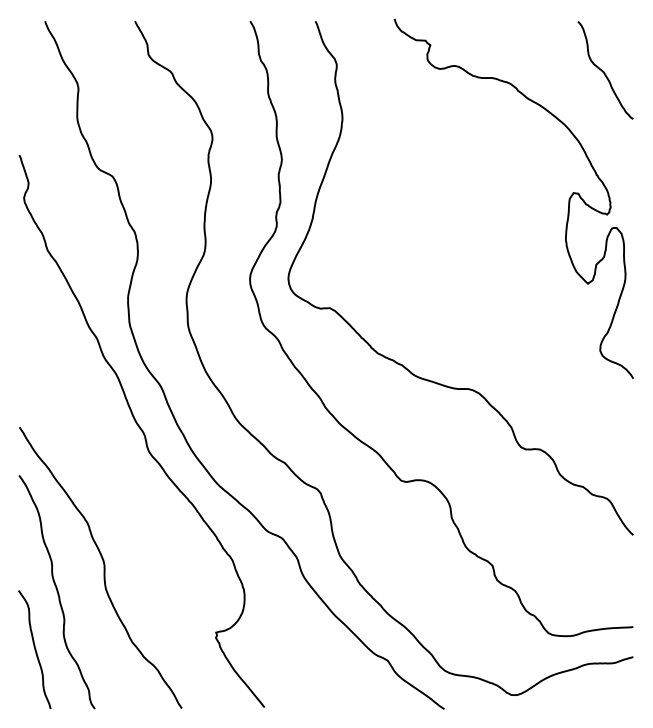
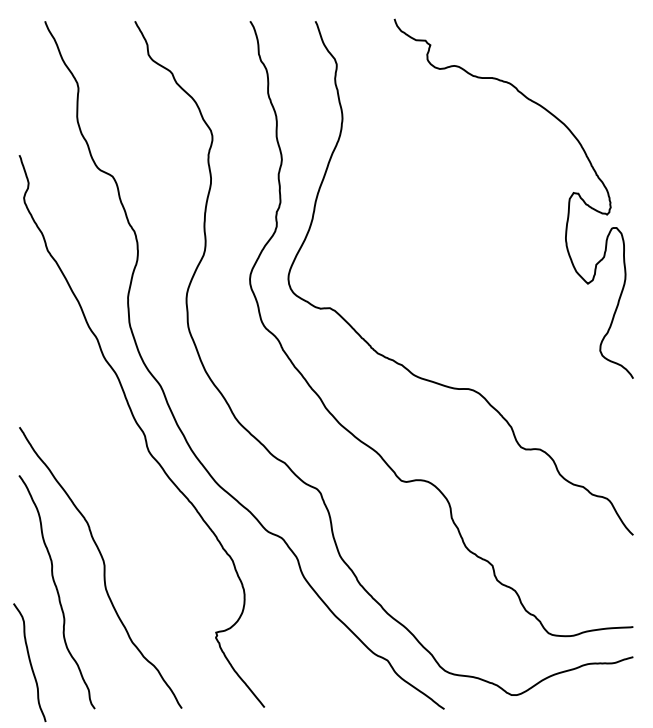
curve at (604, 71): present -> none
curve at (34, 649) position: (34, 649) -> (29, 662)
